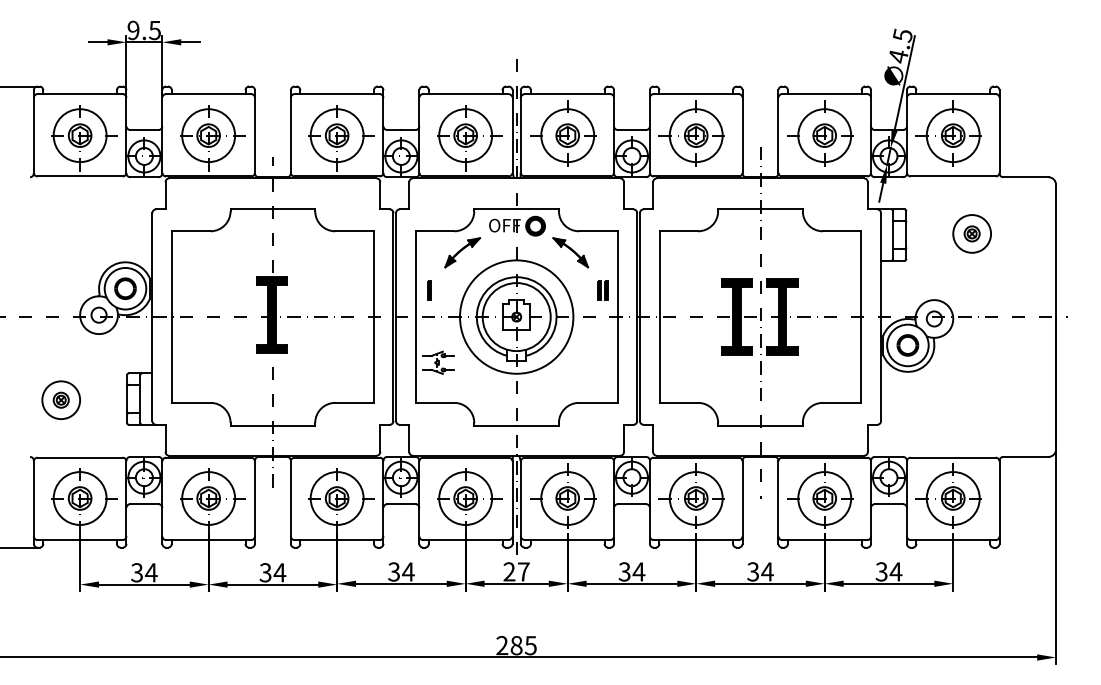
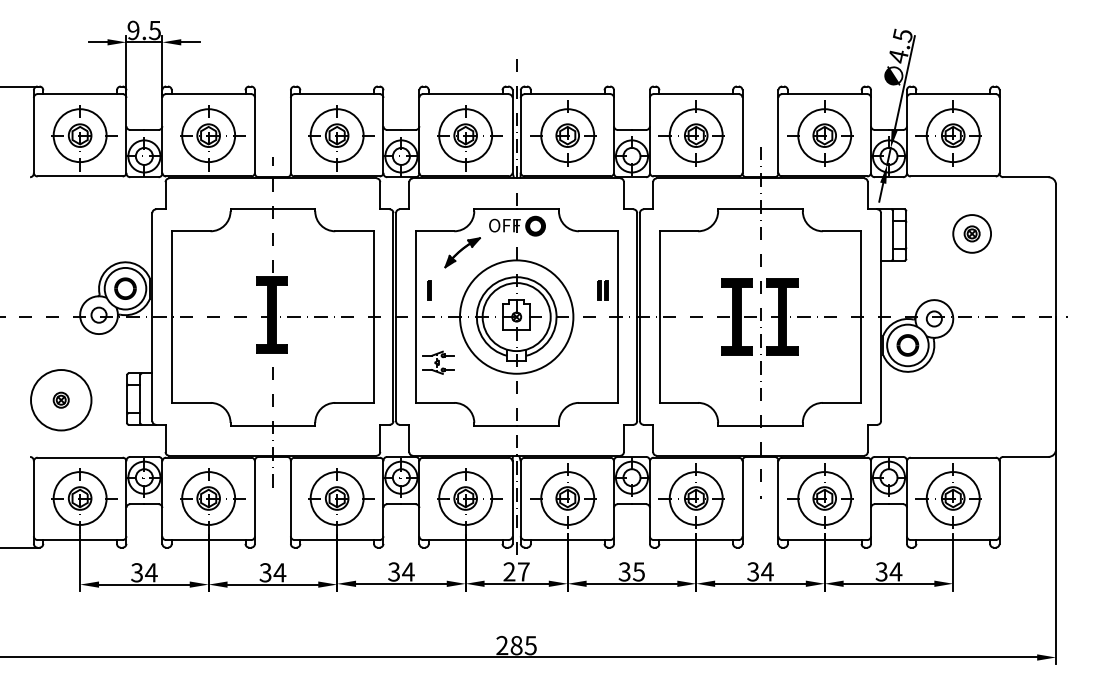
part at (570, 252): present -> none
circle at (61, 400) diameter: 38 px -> 60 px
text at (638, 571): 34 -> 35
